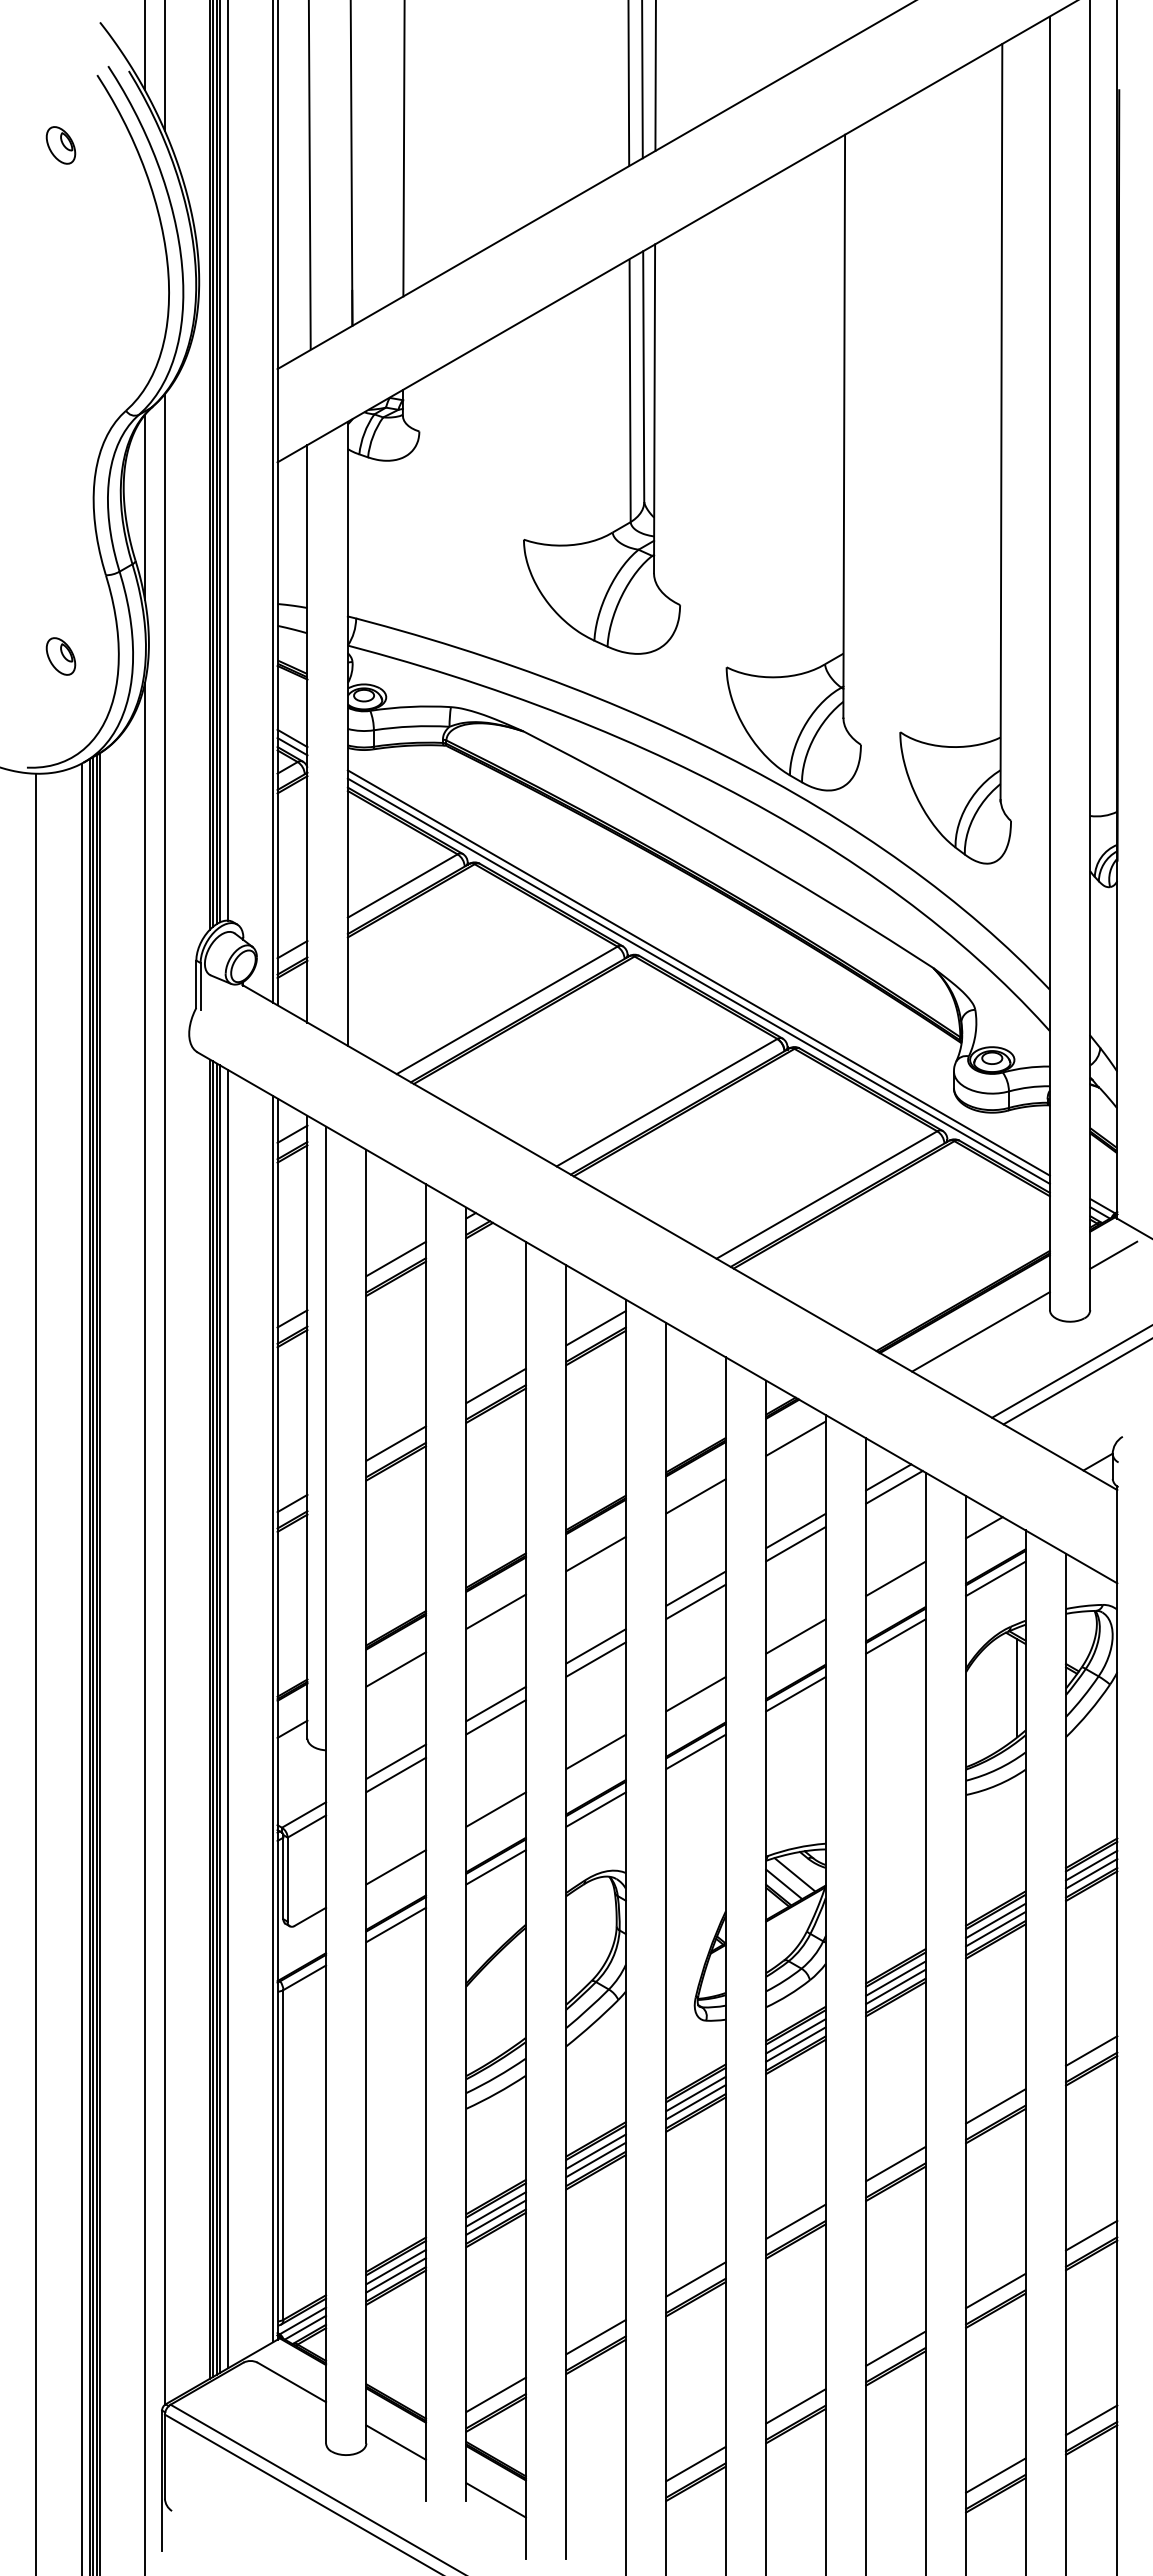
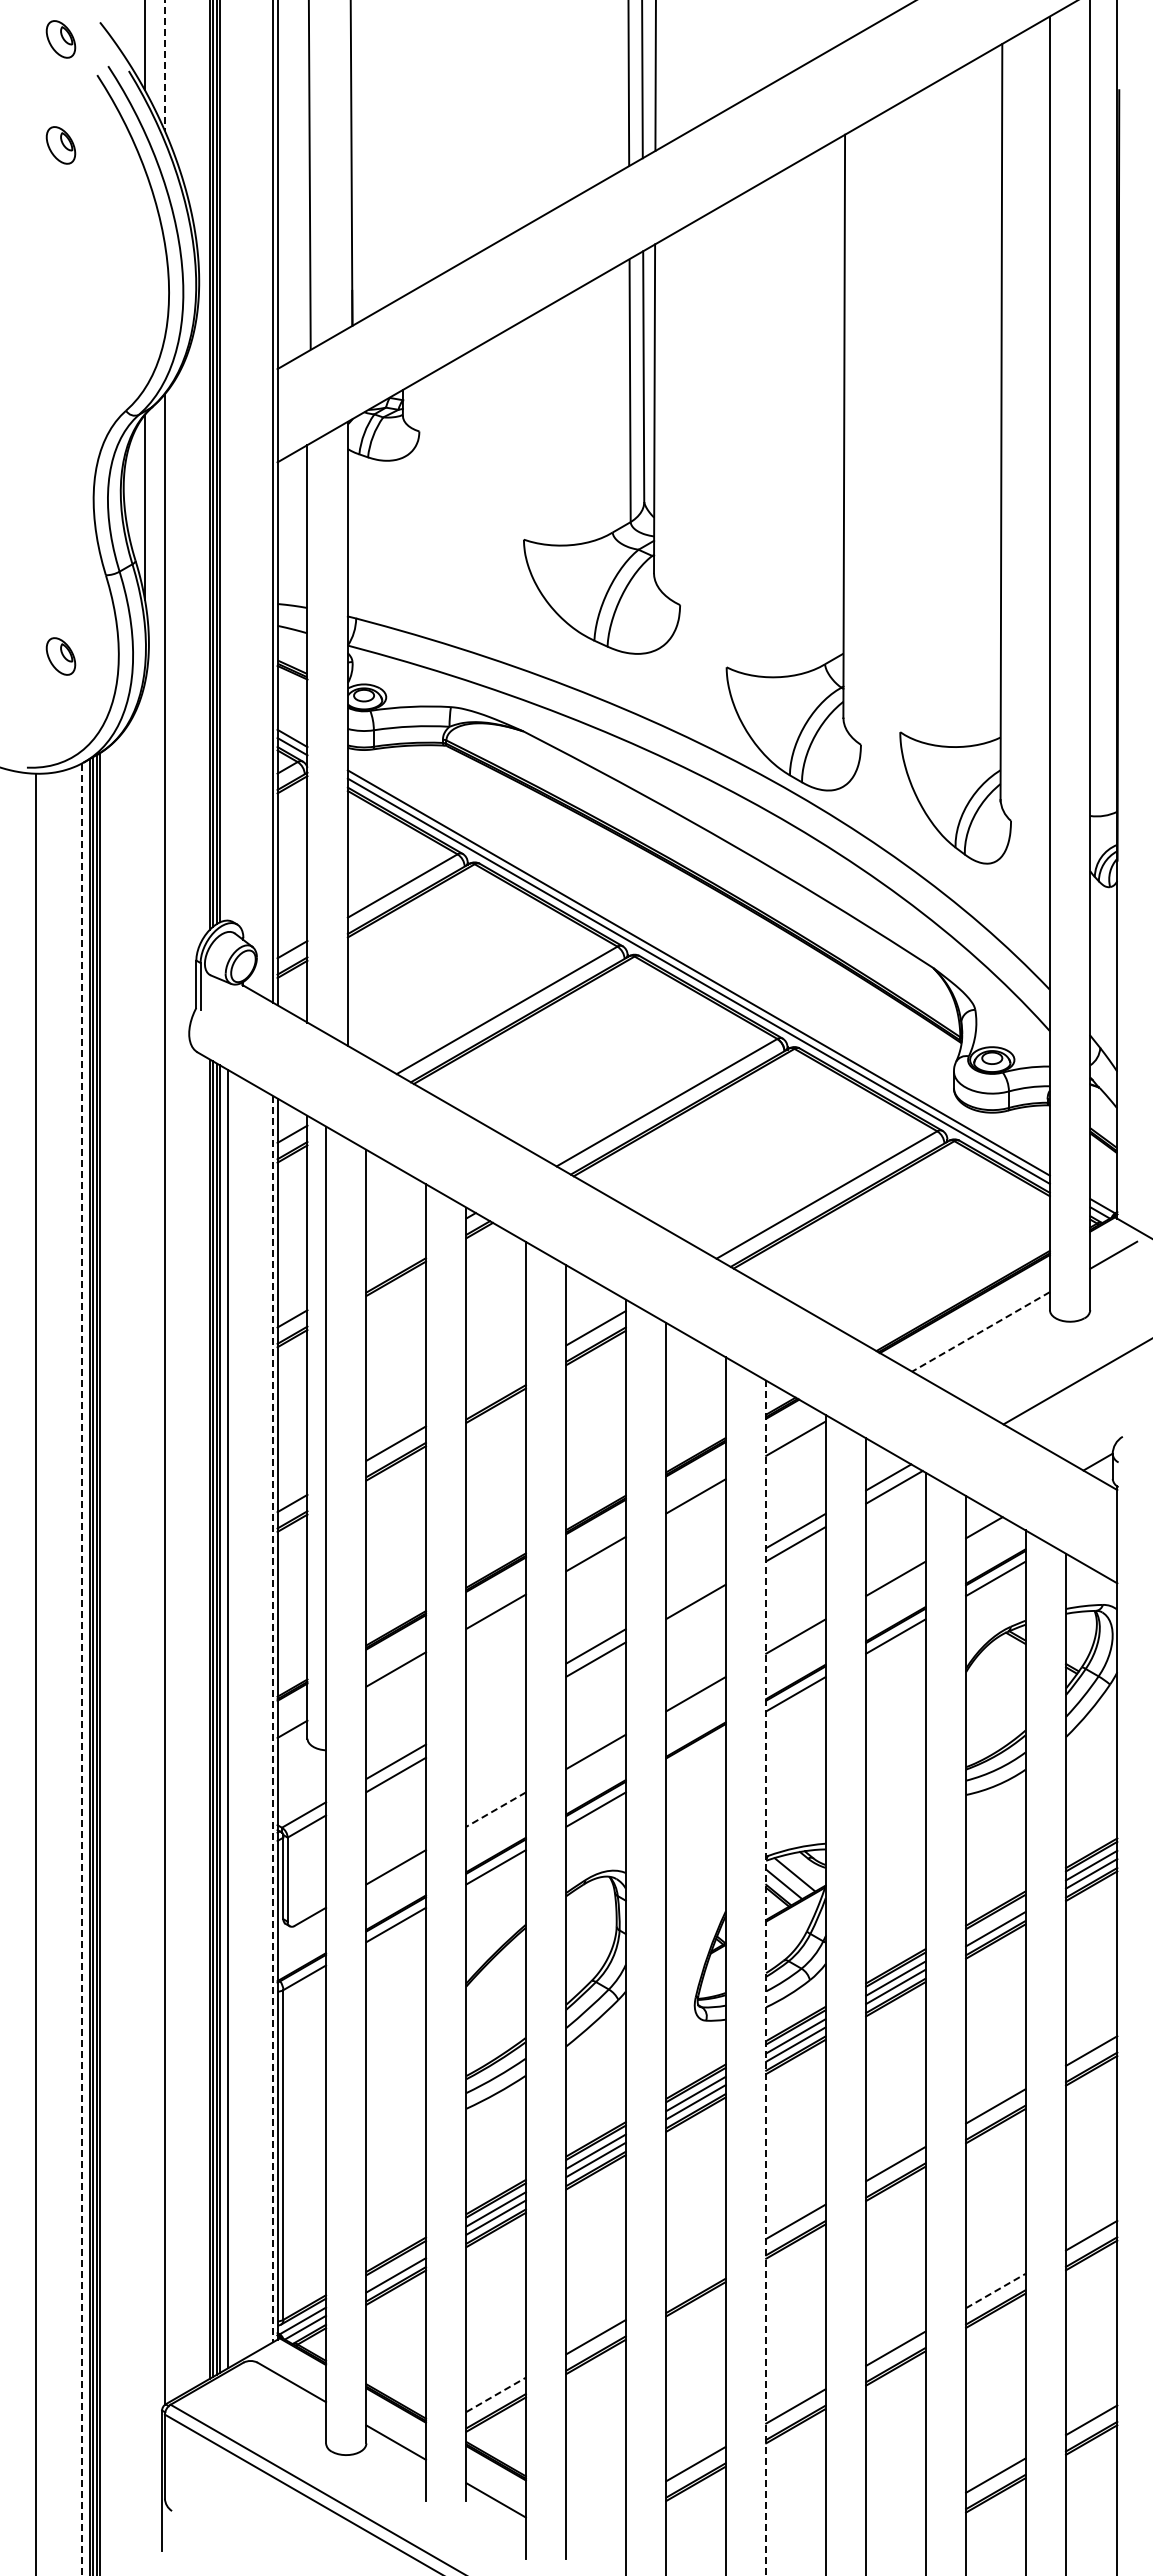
part at (60, 39): none -> present
line at (164, 66): solid -> dashed
line at (403, 149): present -> none
line at (228, 461): present -> none
line at (395, 1258): present -> none
line at (981, 1331): solid -> dashed
line at (1070, 1371): present -> none
line at (495, 1385): present -> none
line at (695, 1588): present -> none
line at (144, 1627): present -> none
line at (81, 1669): solid -> dashed
line at (1017, 1688): present -> none
line at (495, 1703): present -> none
line at (495, 1717): present -> none
line at (273, 1719): solid -> dashed
line at (695, 1751): present -> none
line at (495, 1809): solid -> dashed
line at (995, 1920): present -> none
line at (766, 1977): solid -> dashed
line at (395, 2266): present -> none
line at (695, 2279): present -> none
line at (996, 2290): solid -> dashed
line at (496, 2394): solid -> dashed
